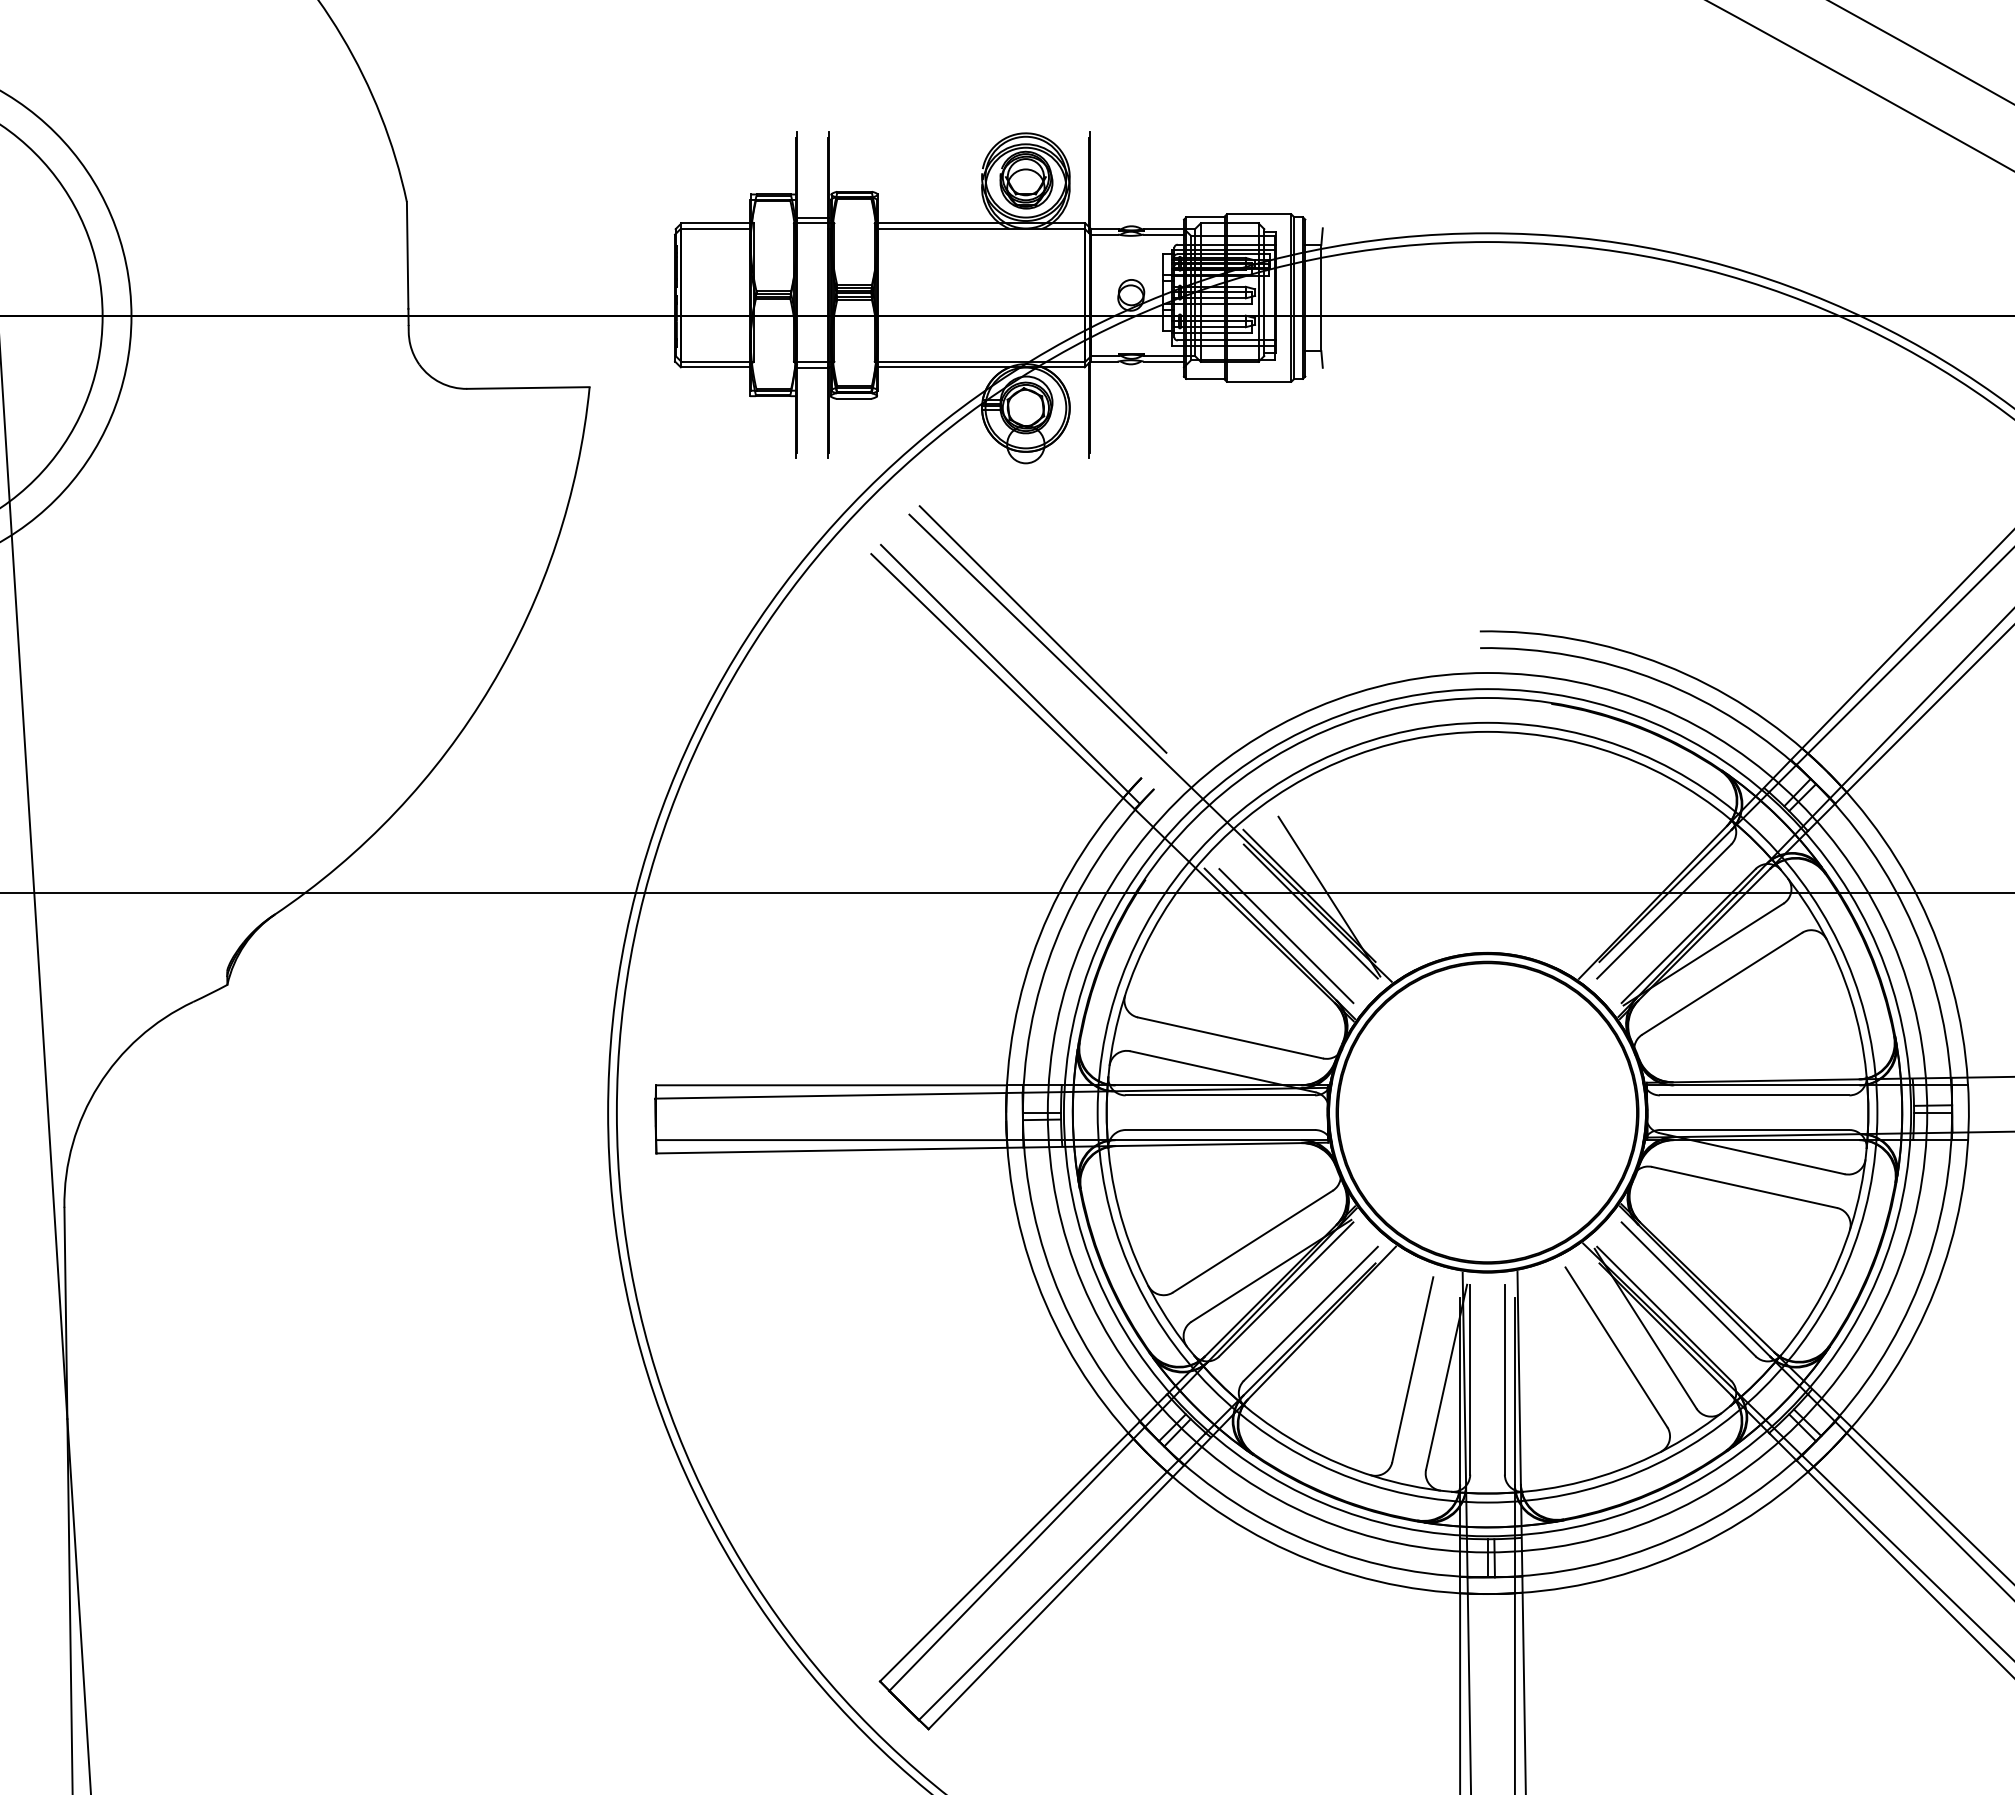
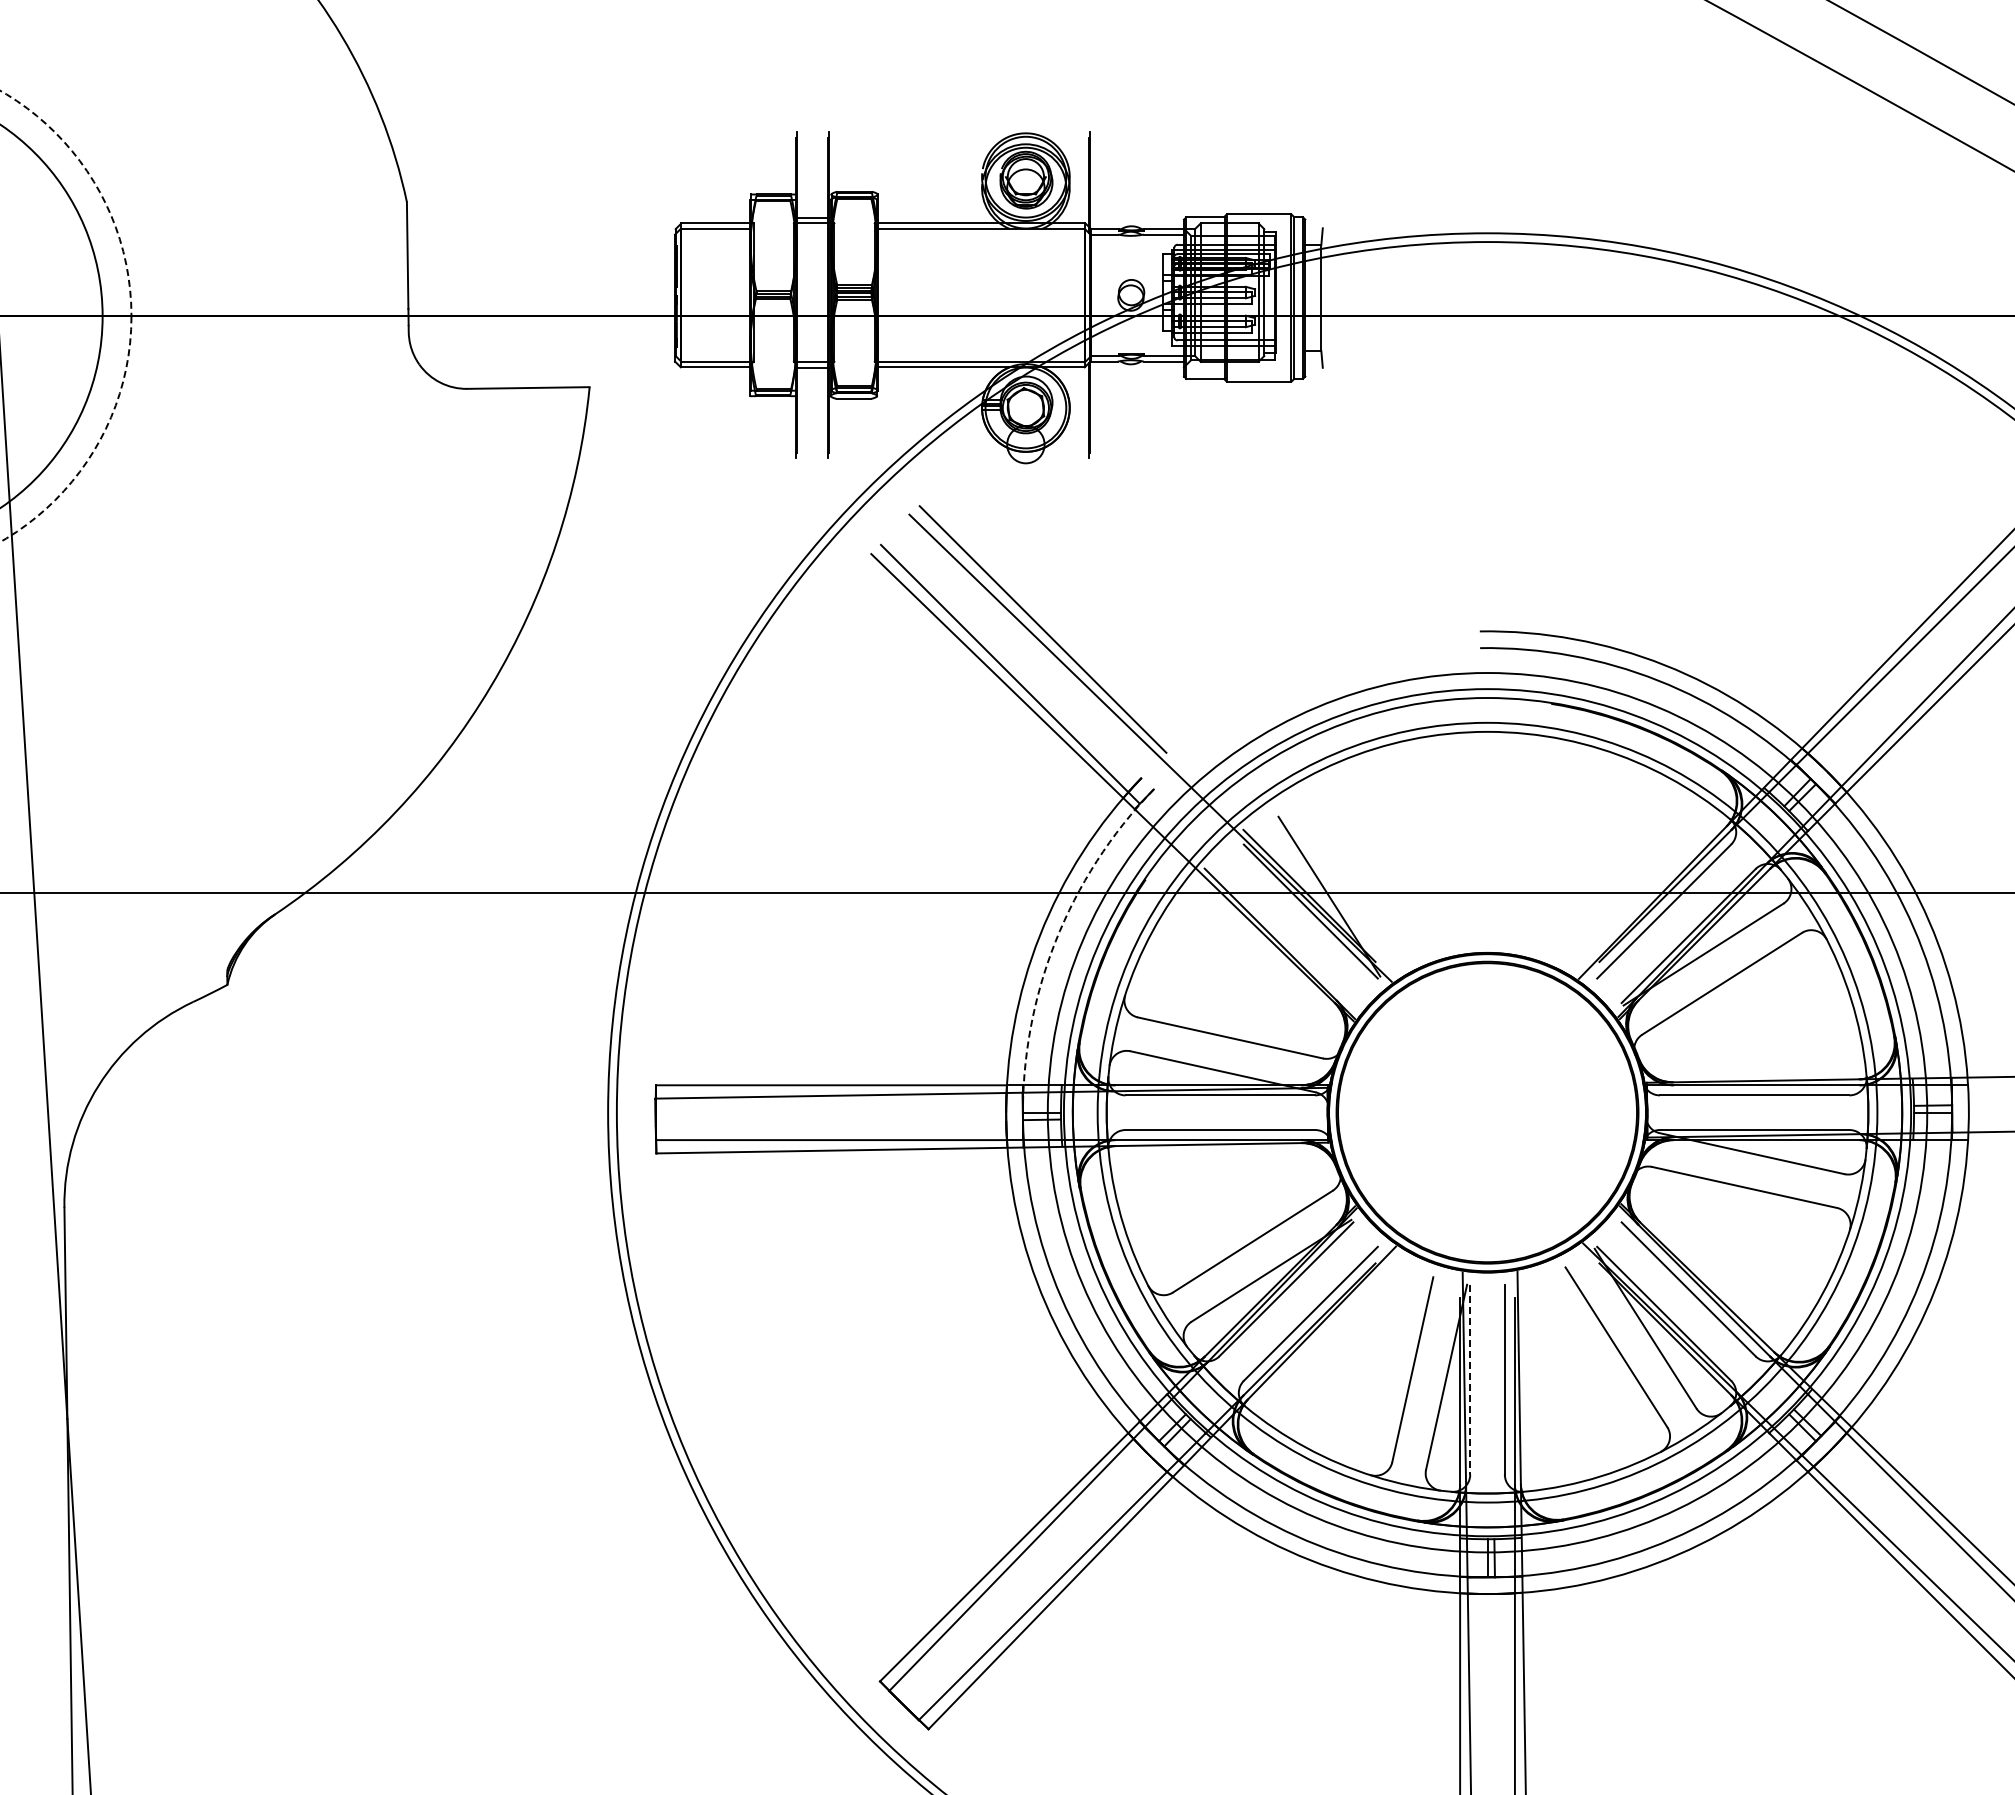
circle at (65, 315): solid -> dashed
line at (1286, 936): present -> none
arc at (1055, 941): solid -> dashed
line at (1470, 1379): solid -> dashed
